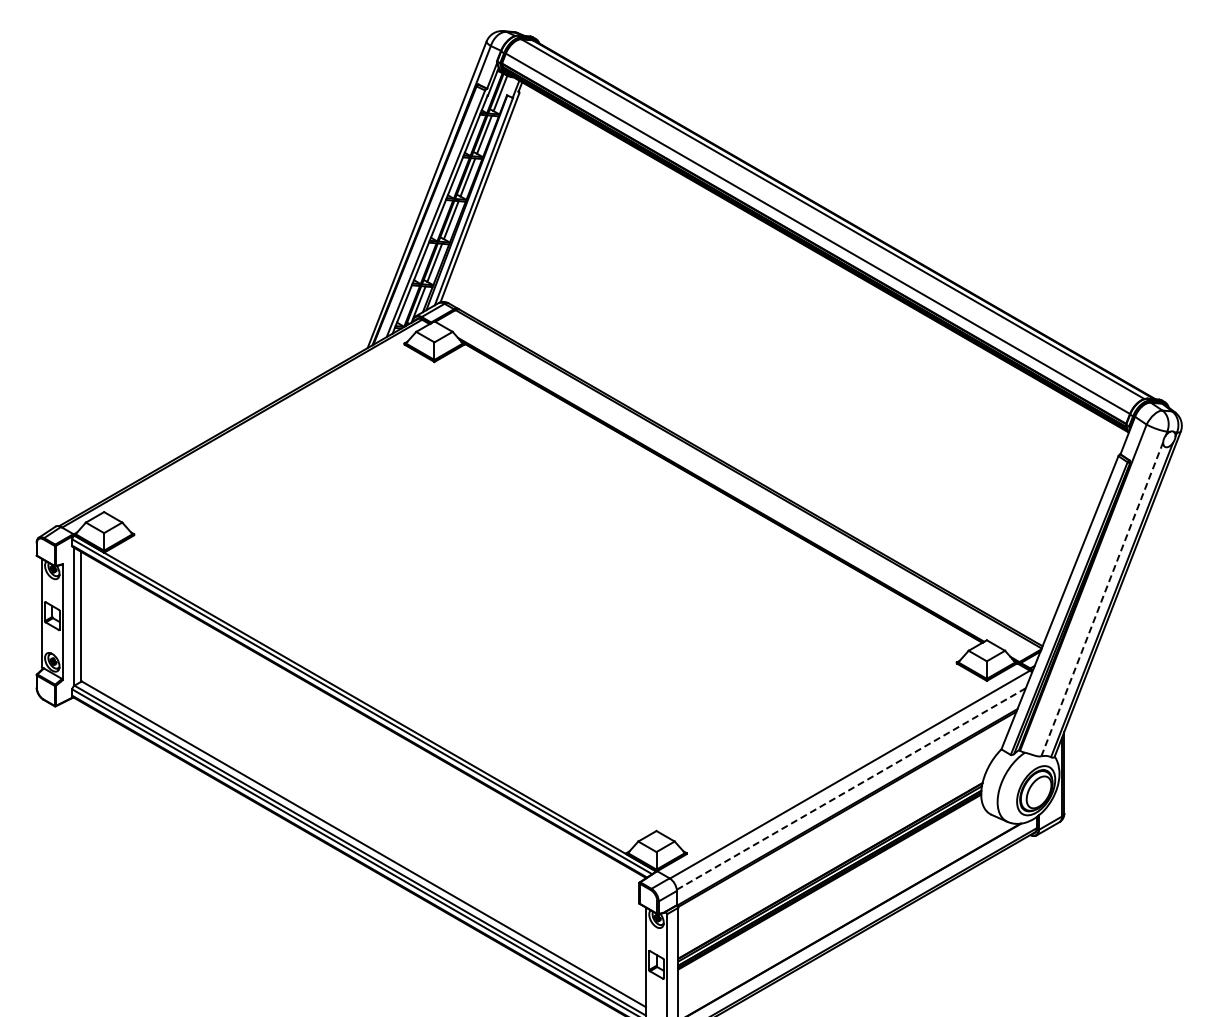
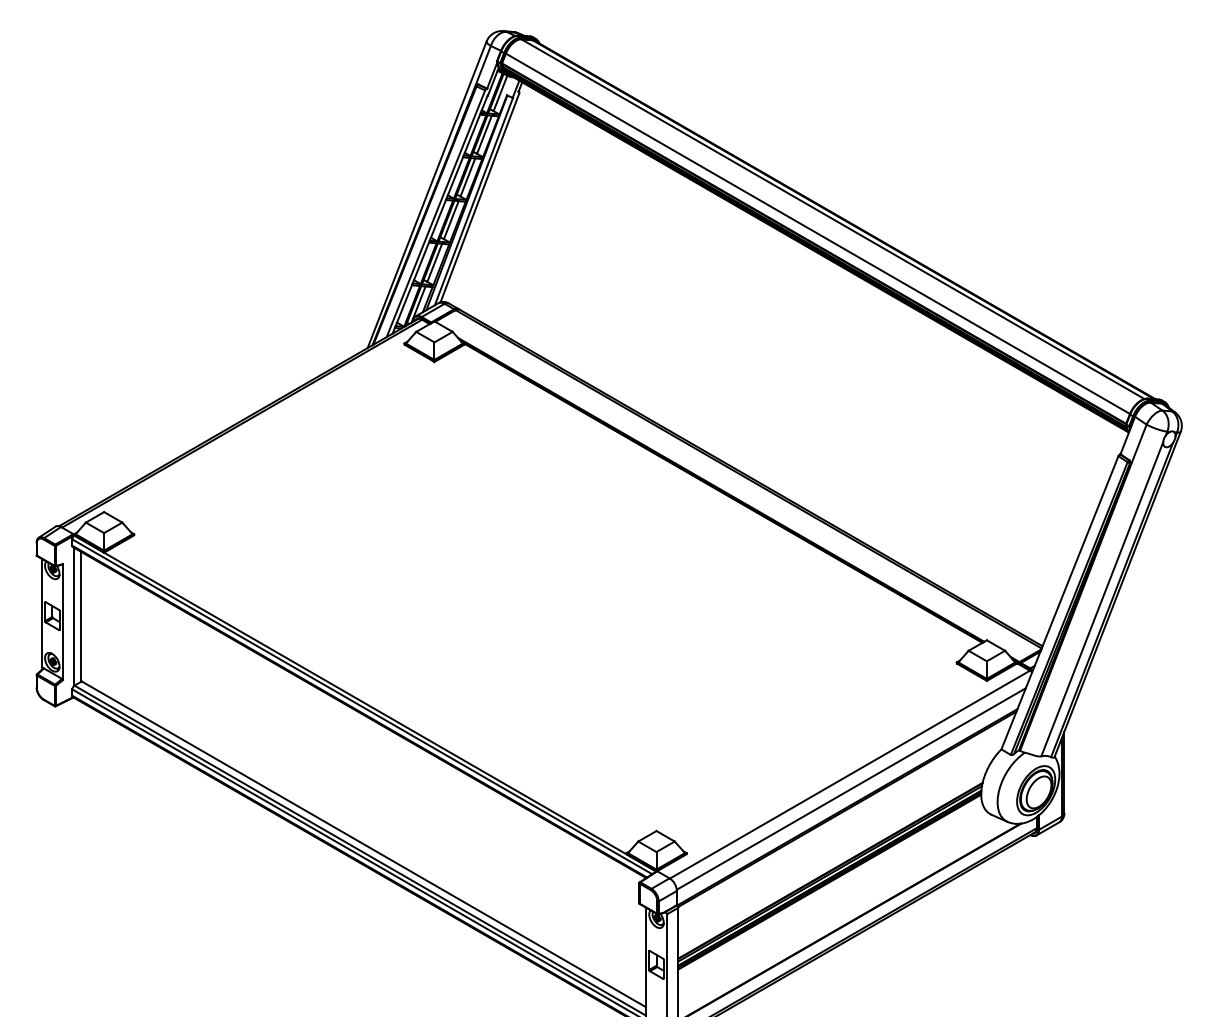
line at (1102, 598): dashed -> solid
line at (850, 789): dashed -> solid
